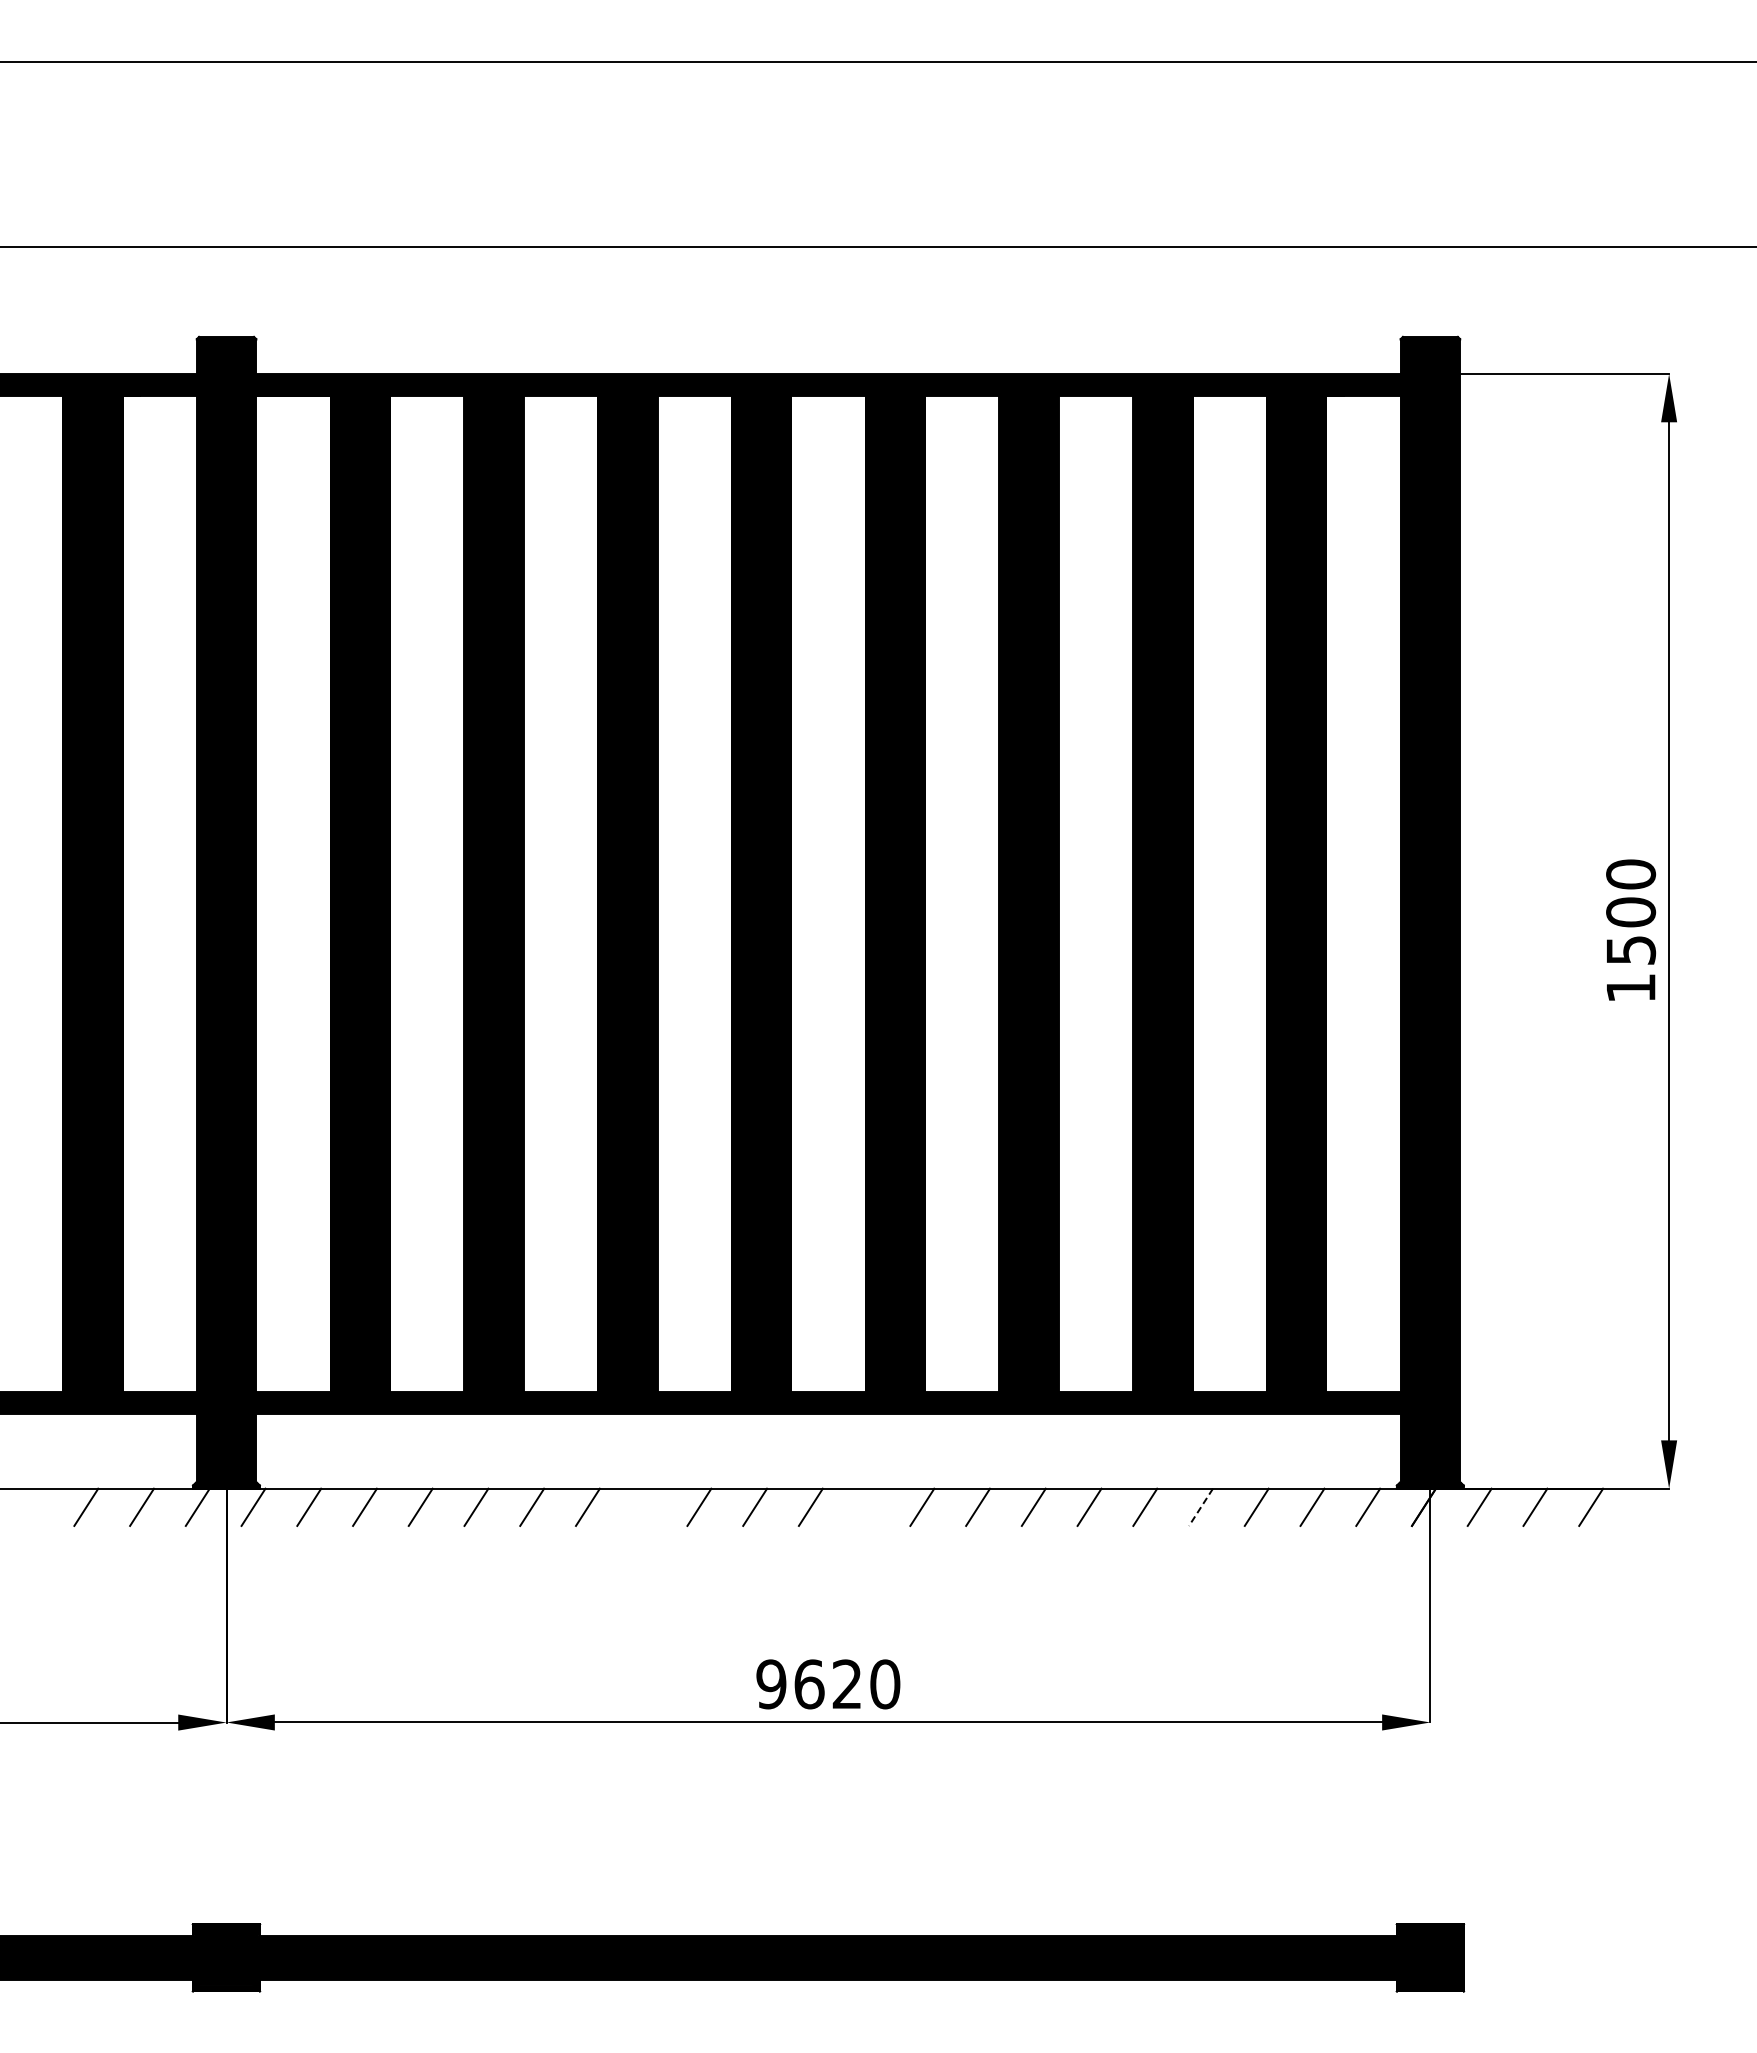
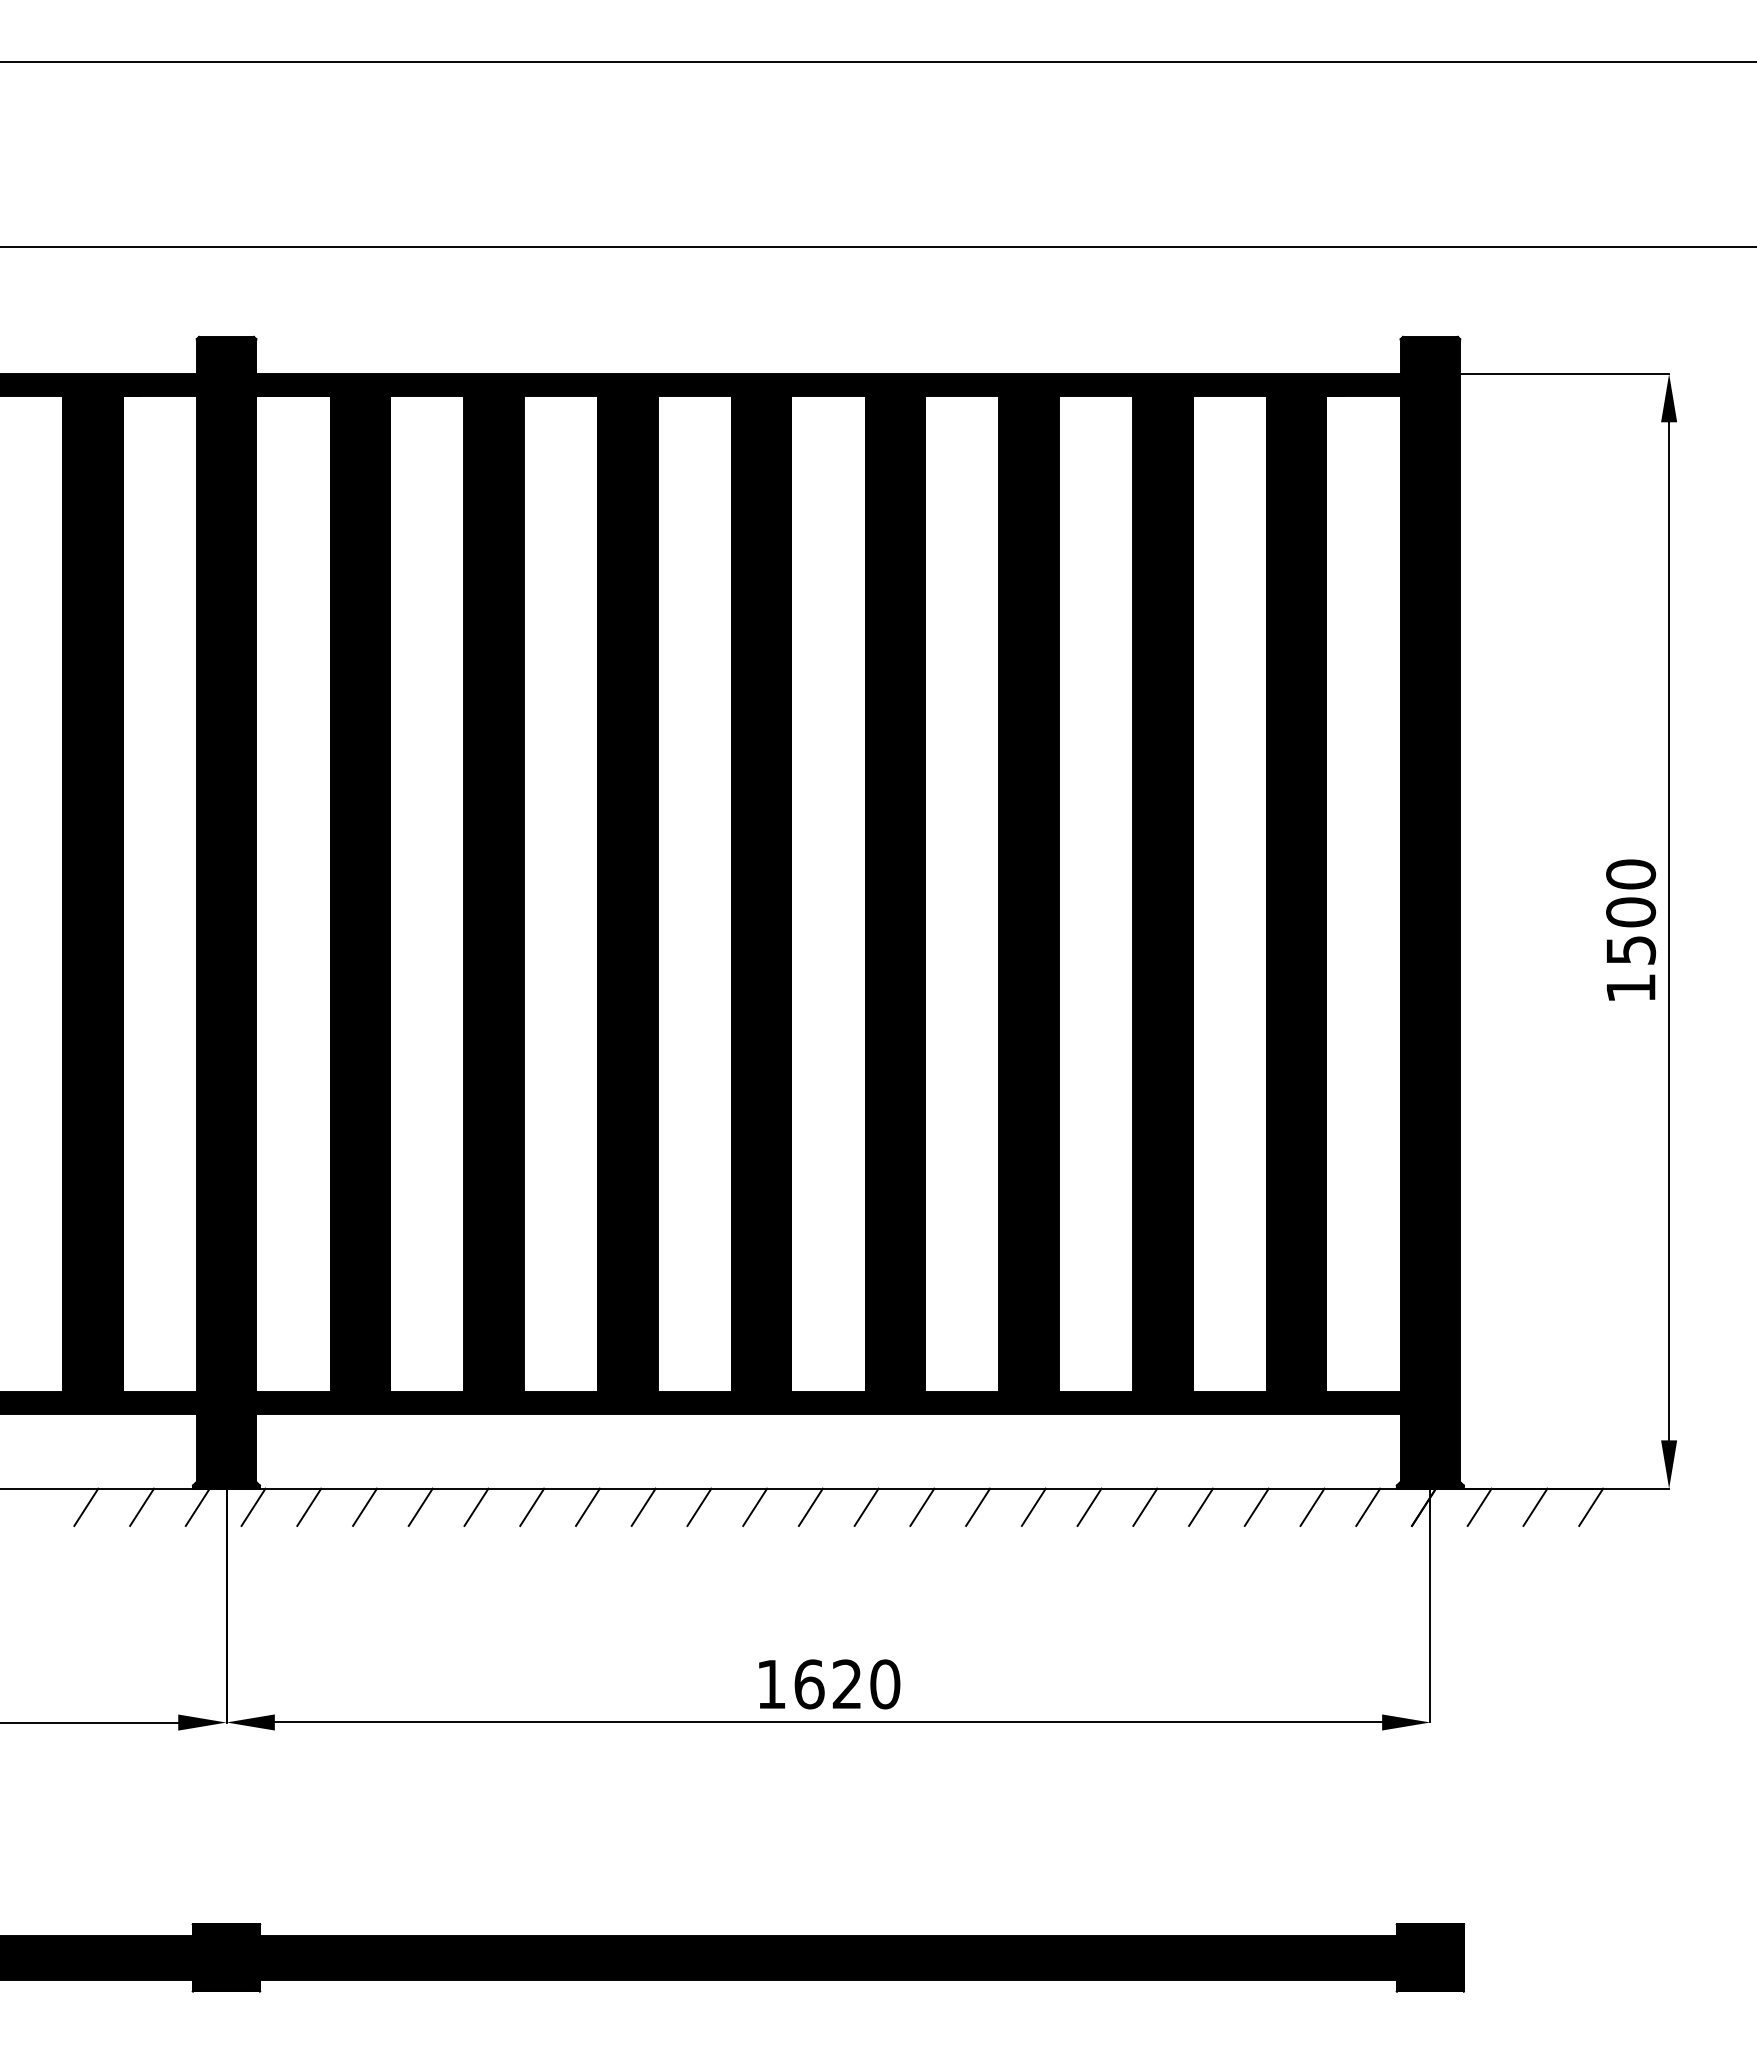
line at (643, 1506): none -> present
line at (866, 1506): none -> present
line at (1200, 1507): dashed -> solid
text at (771, 1684): 9620 -> 1620
